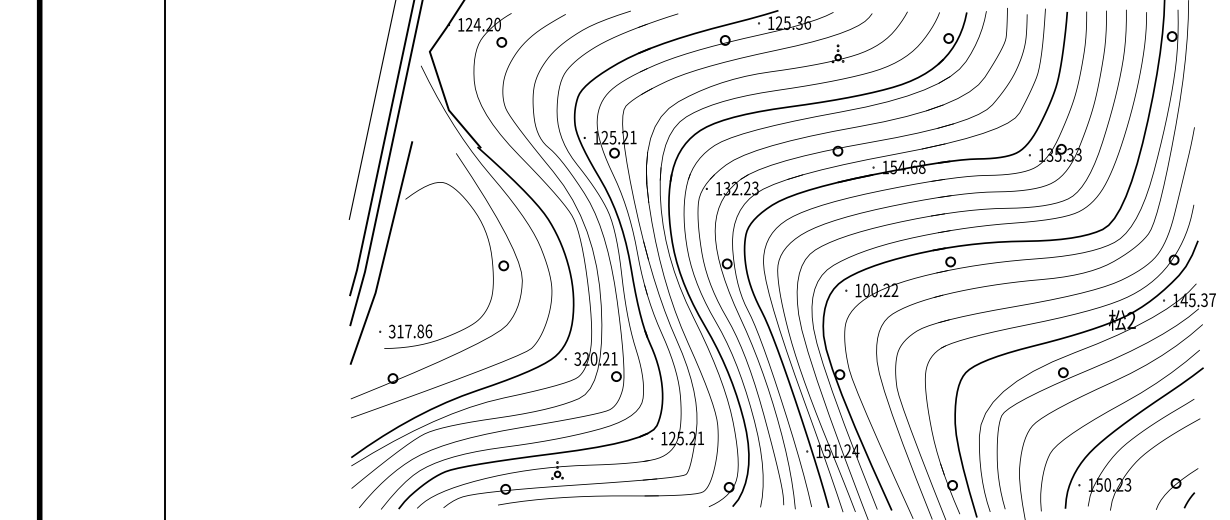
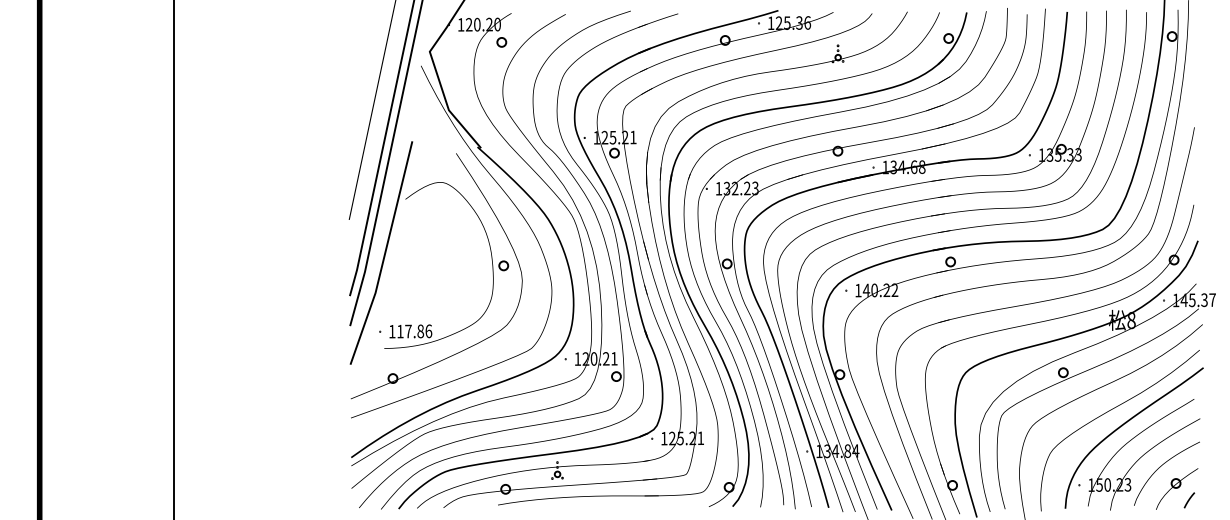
text at (476, 24): 124.20 -> 120.20
text at (893, 166): 154.68 -> 134.68
line at (164, 259) position: (164, 259) -> (173, 259)
text at (866, 290): 100.22 -> 140.22
text at (1131, 320): 2 -> 8
text at (391, 331): 317.86 -> 117.86
text at (577, 358): 320.21 -> 120.21
text at (837, 450): 151.24 -> 134.84
curve at (1160, 467): none -> present
